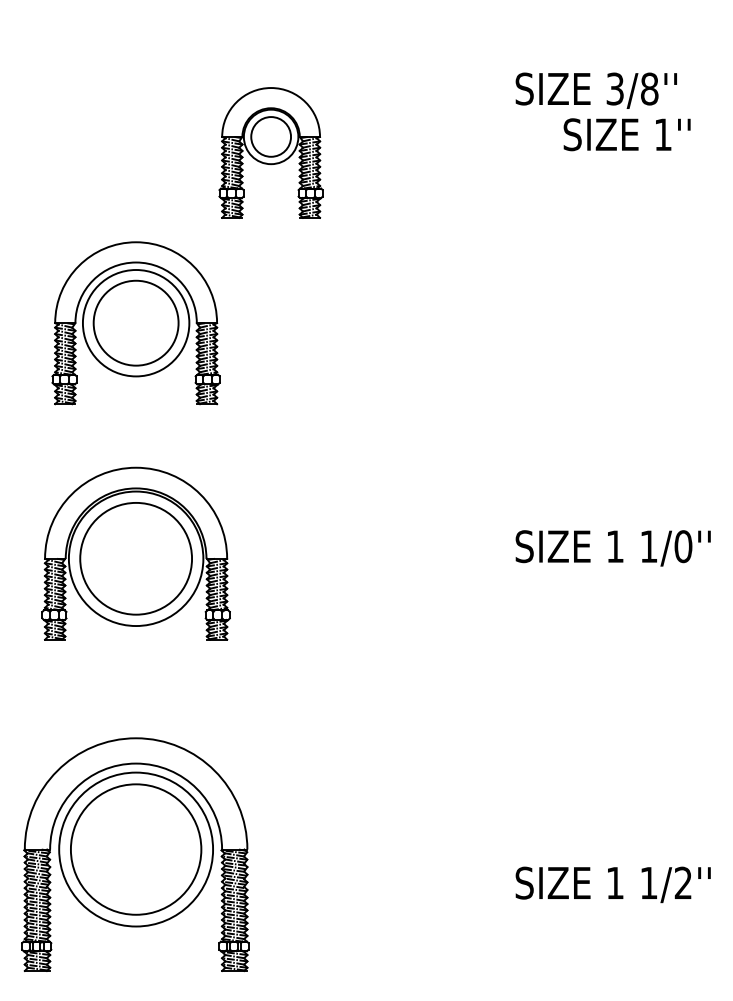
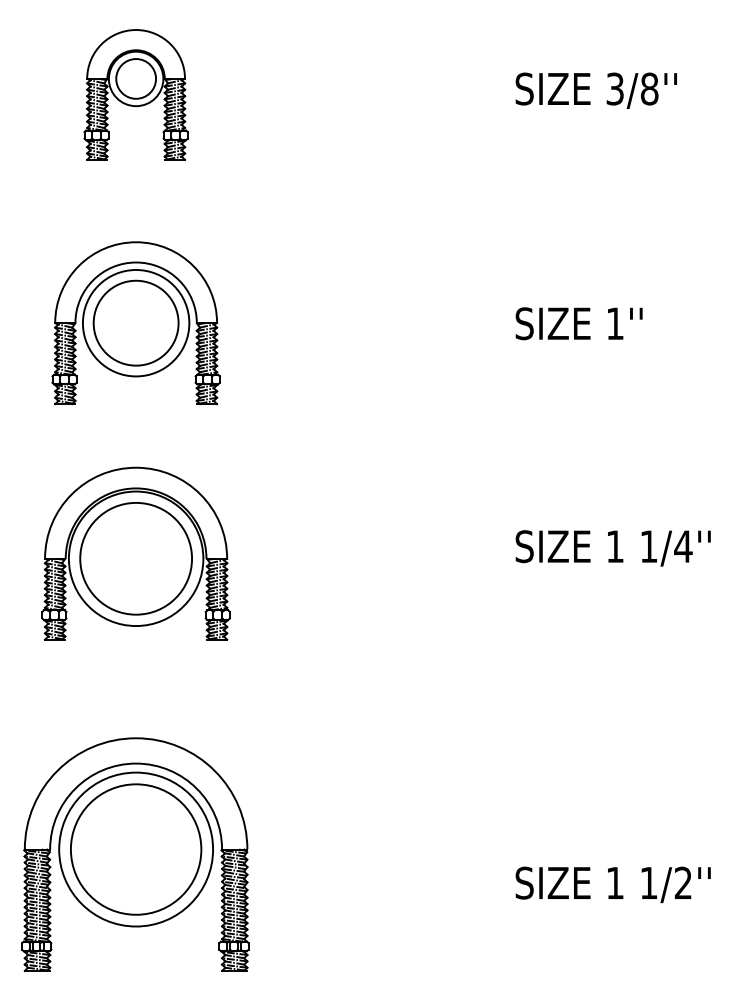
text at (626, 134) position: (626, 134) -> (578, 323)
part at (270, 152) position: (270, 152) -> (135, 94)
text at (683, 546): 1/0'' -> 1/4''
